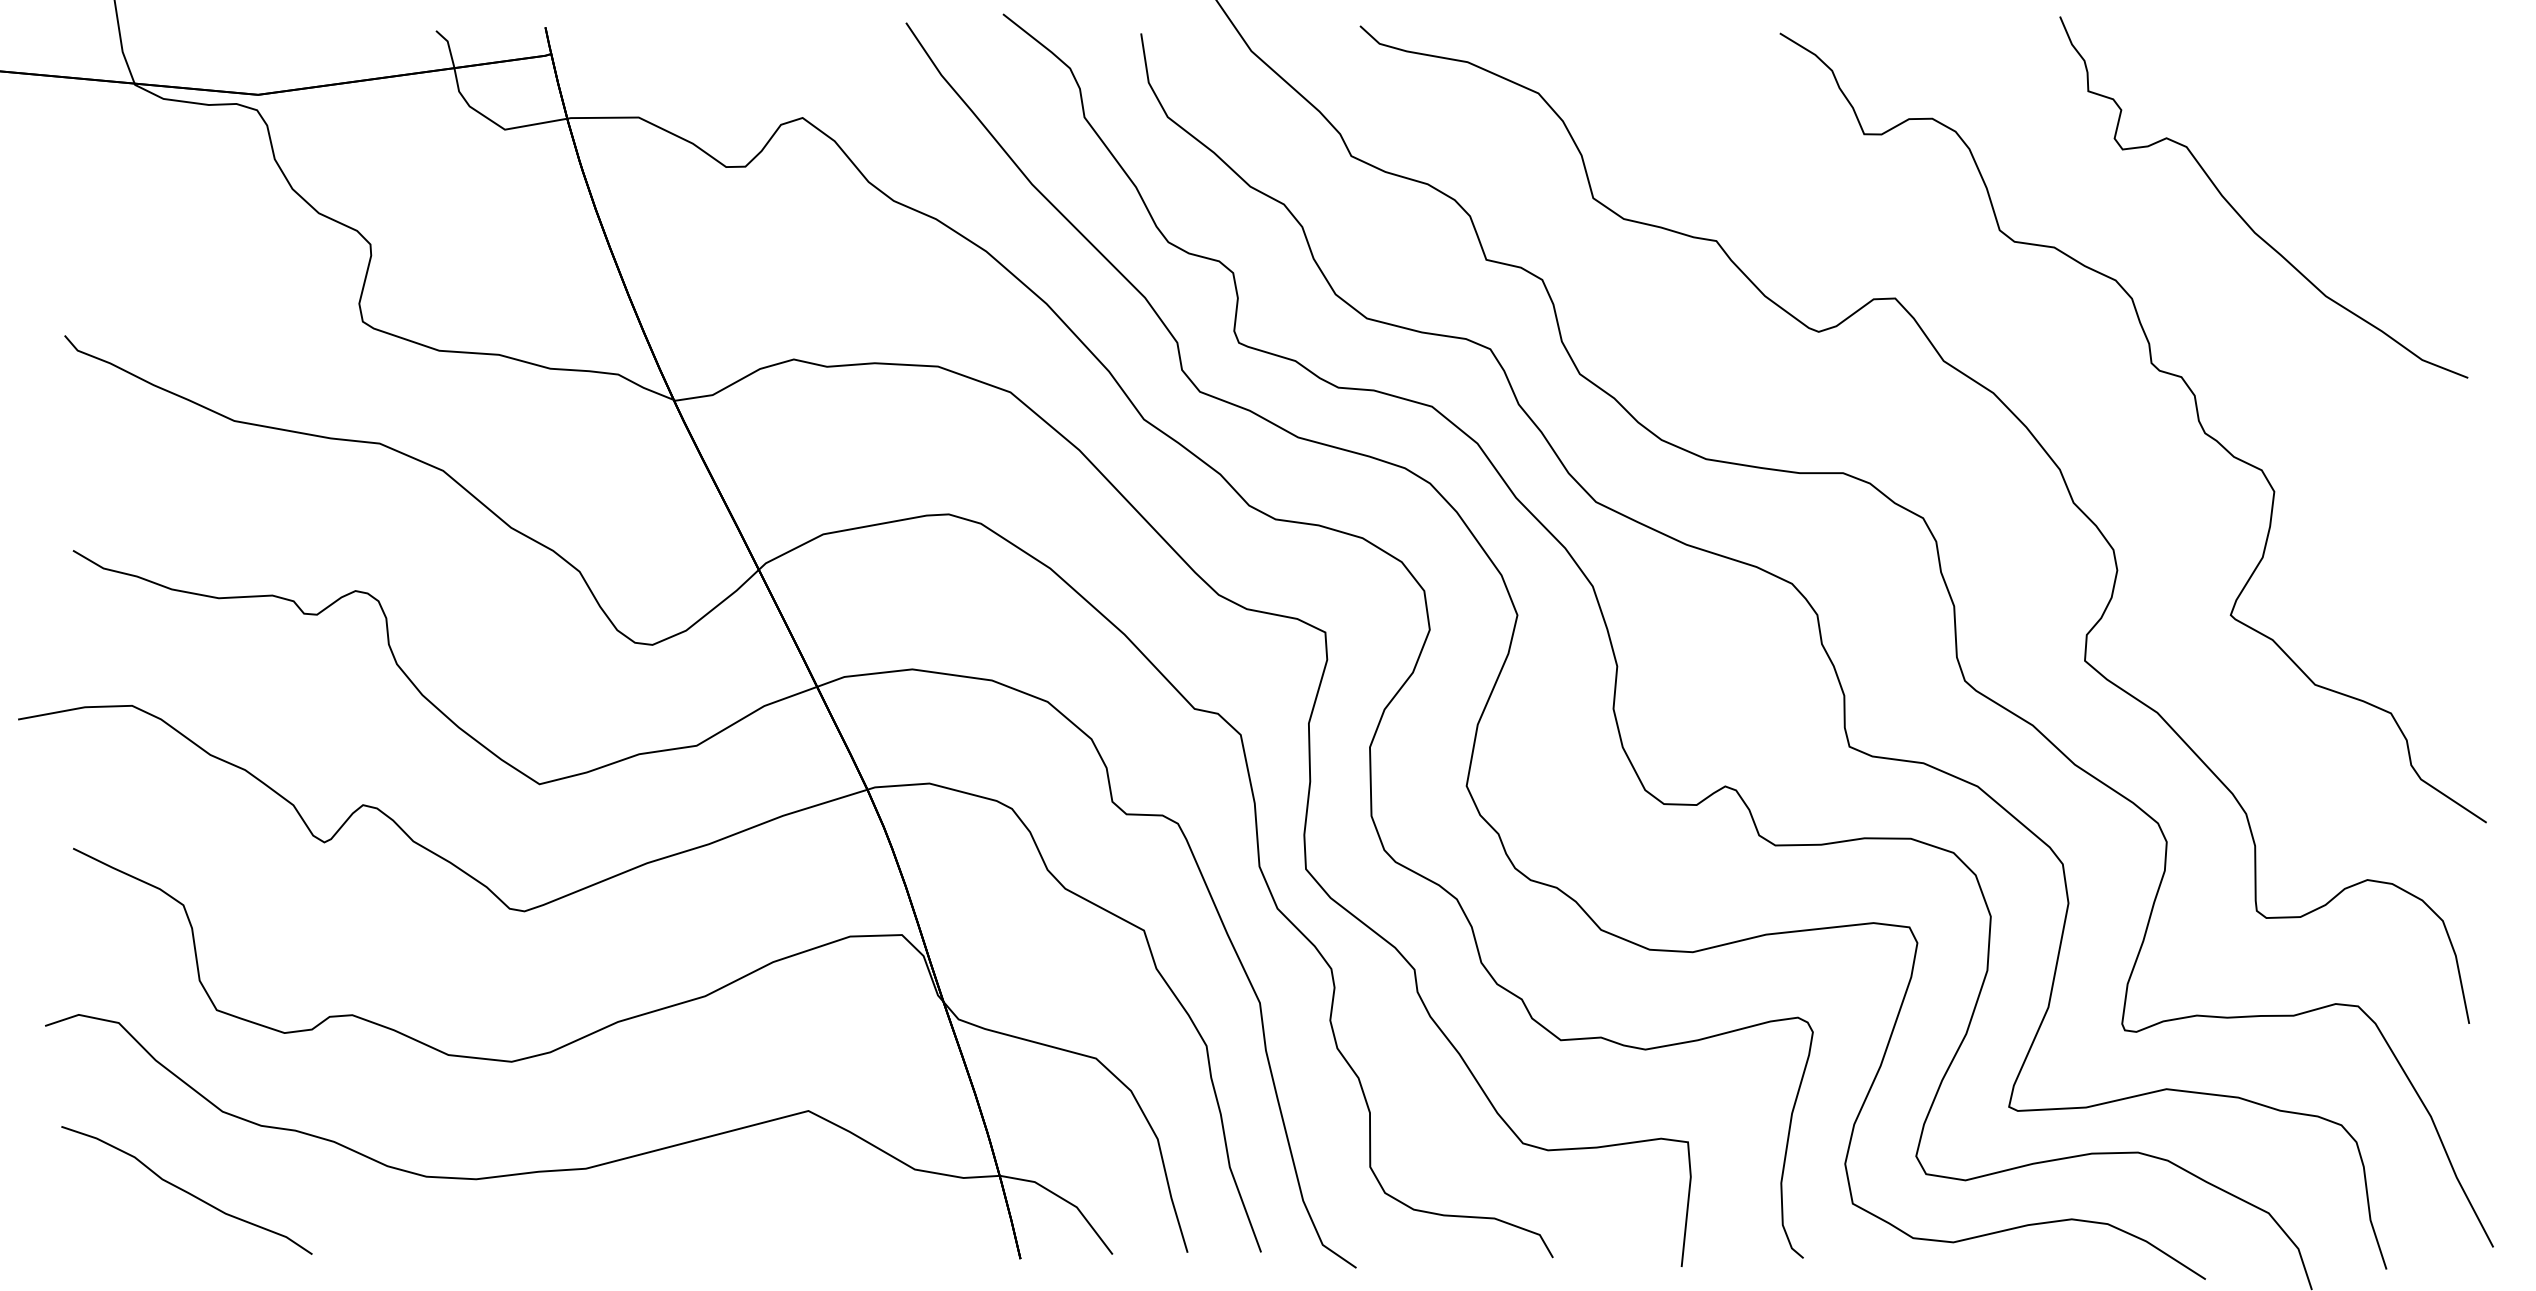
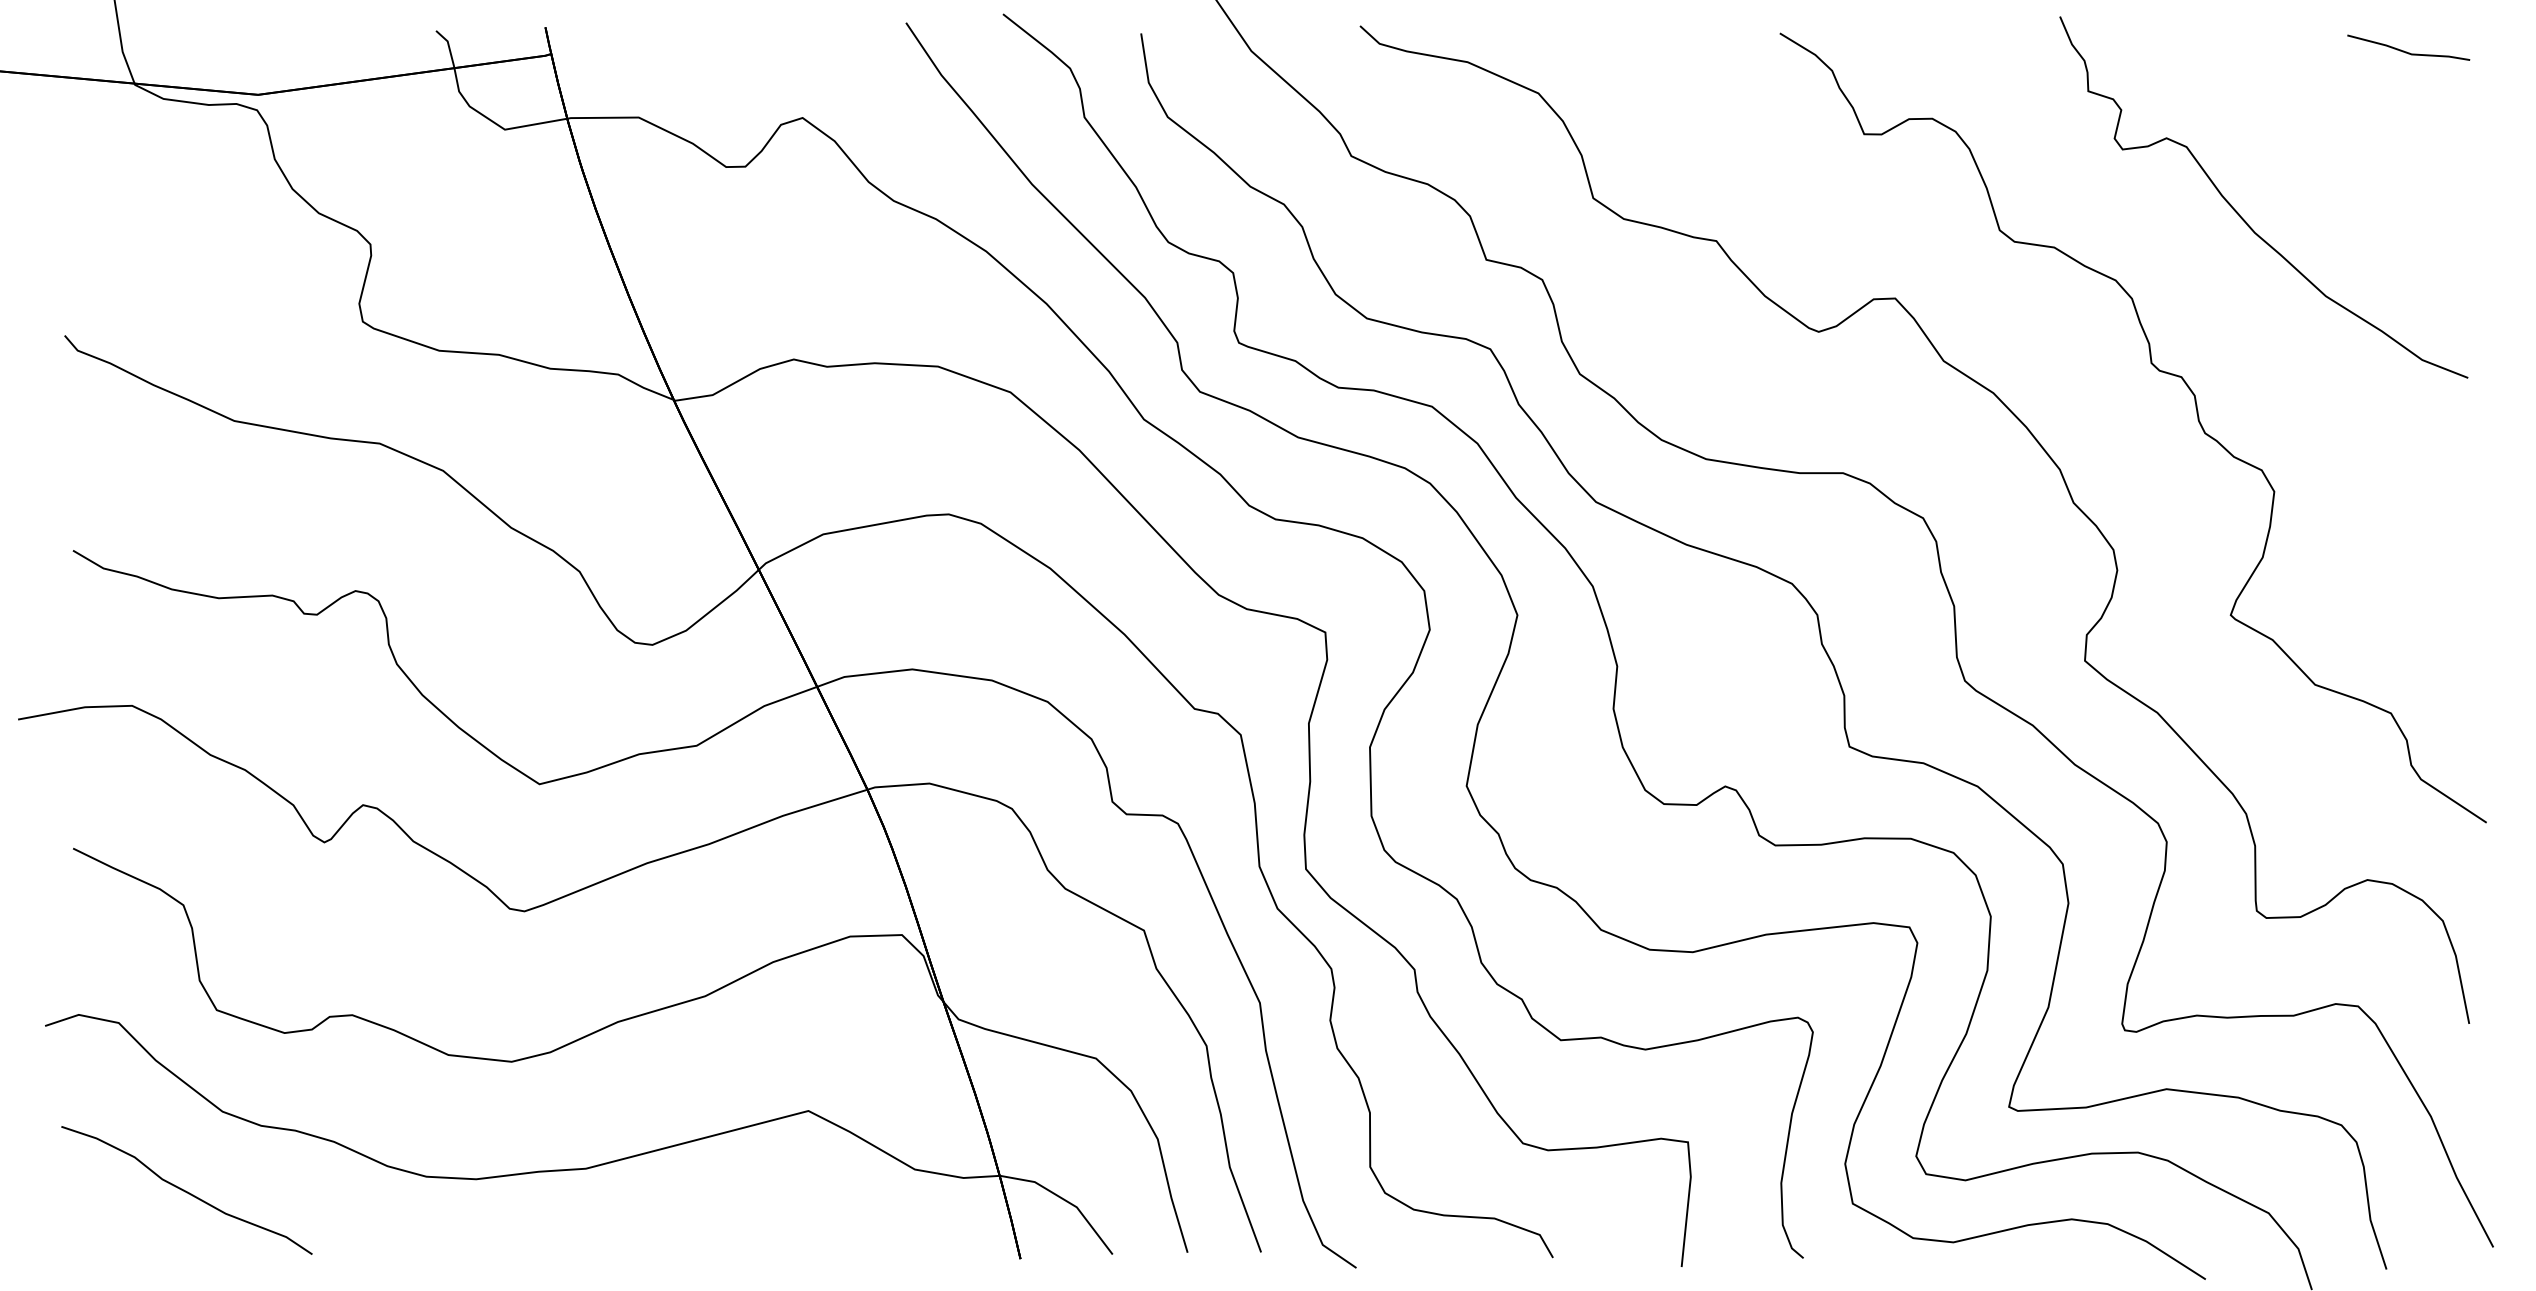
line at (2406, 51): none -> present
